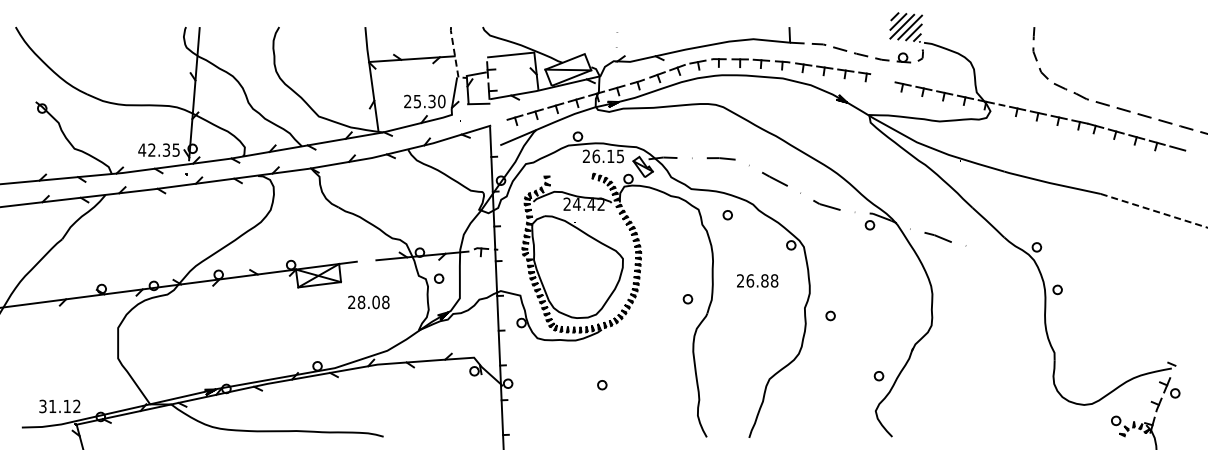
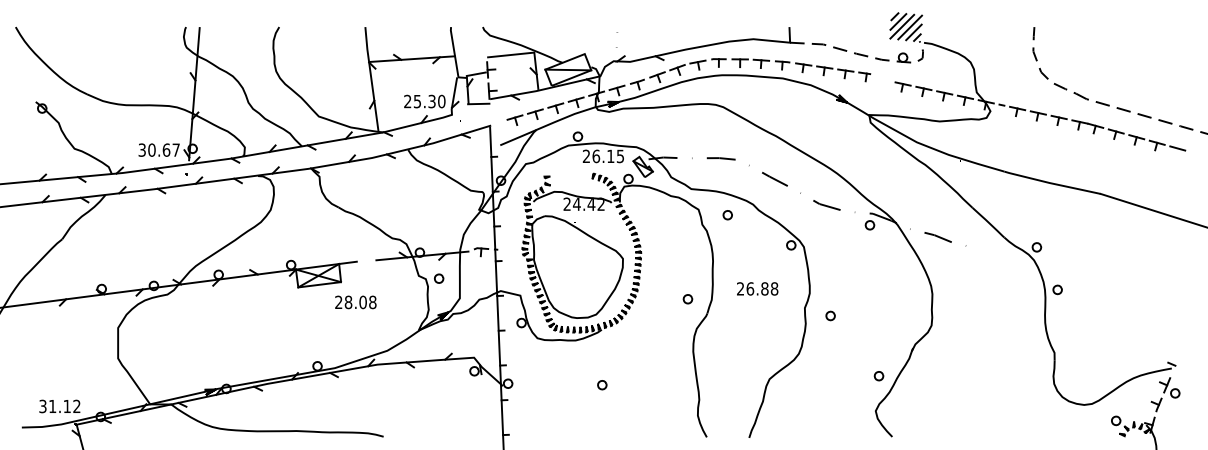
line at (455, 56): dashed -> solid
text at (158, 149): 42.35 -> 30.67
line at (1154, 210): dashed -> solid
text at (757, 280) position: (757, 280) -> (757, 288)
text at (368, 302) position: (368, 302) -> (355, 302)
